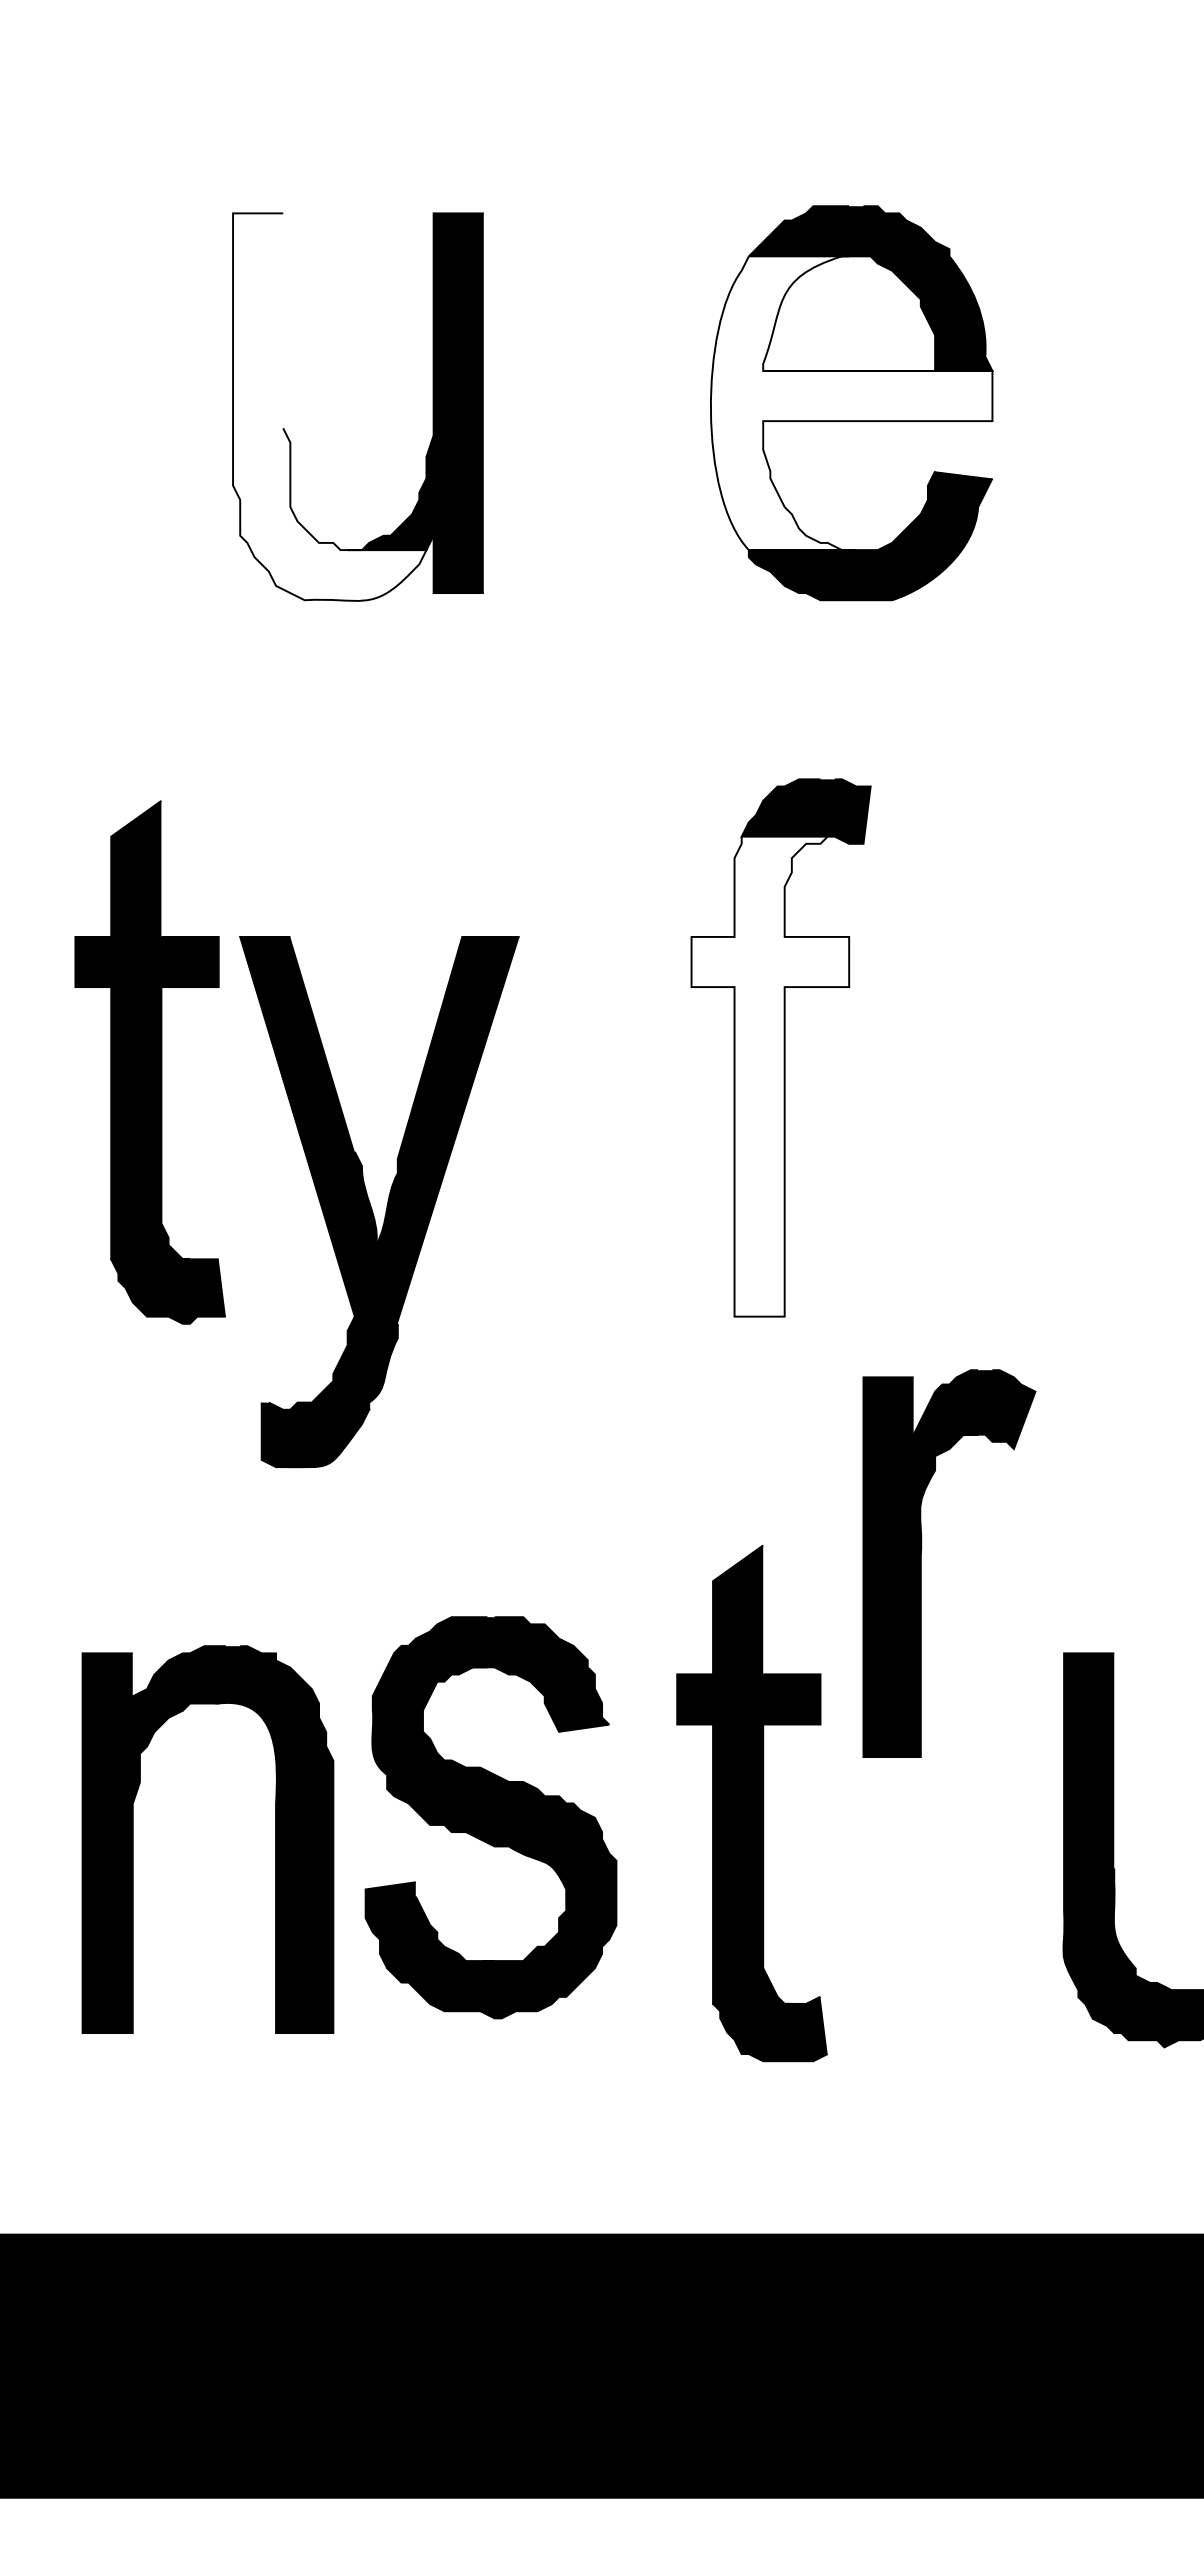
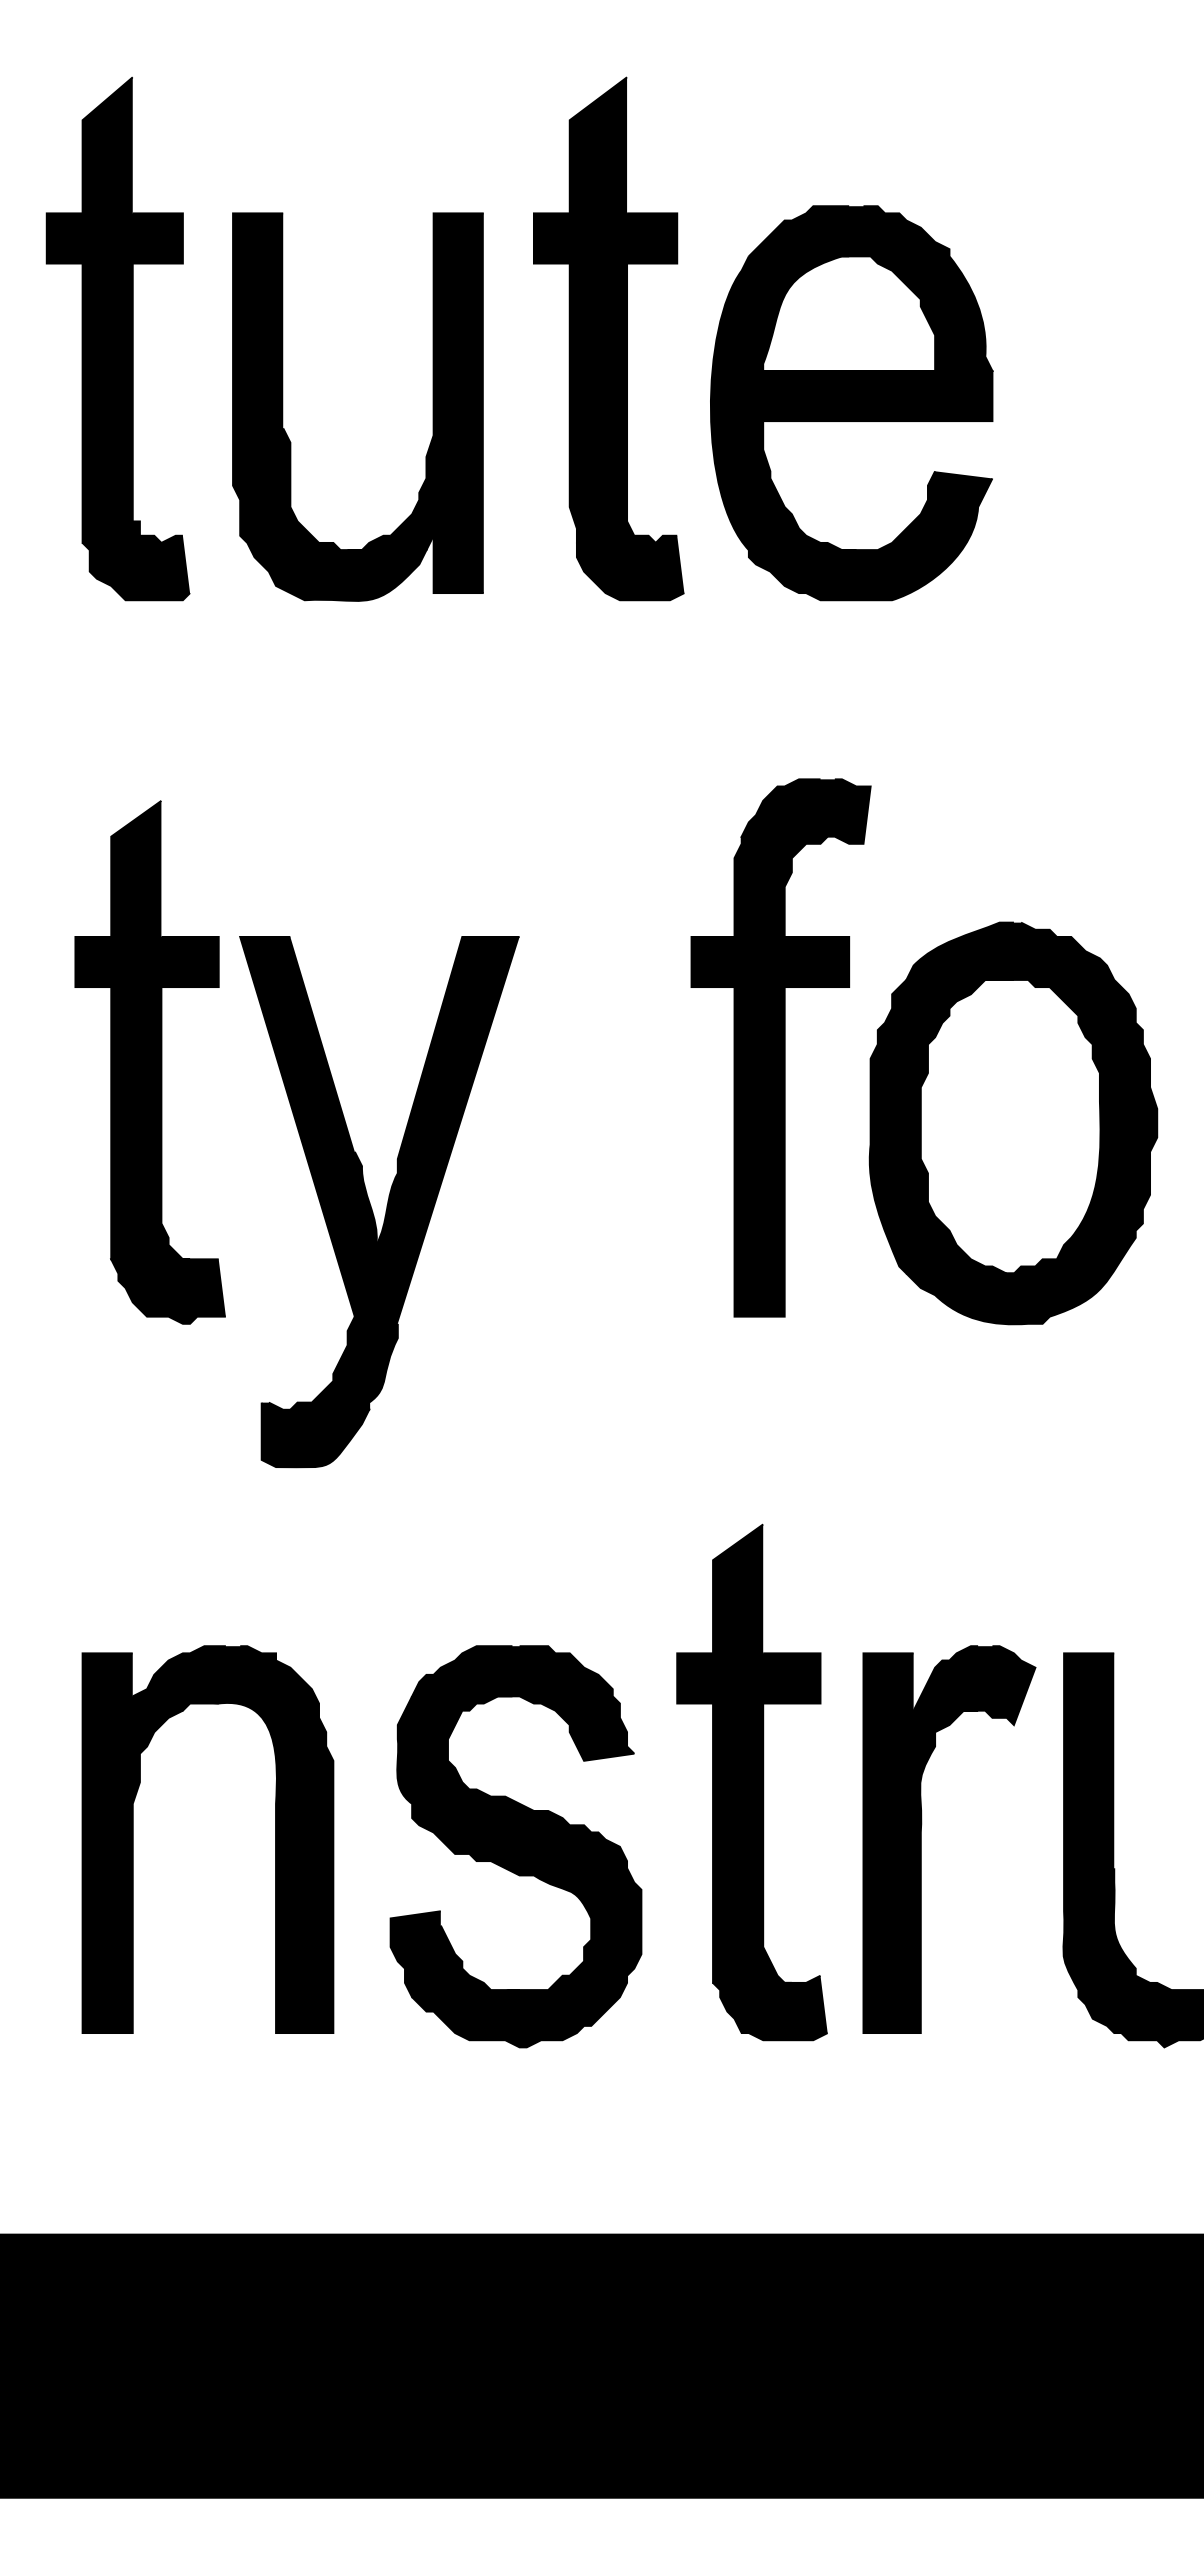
part at (117, 338): none -> present
part at (608, 338): none -> present
fill at (851, 403): none -> present
fill at (329, 406): none -> present
fill at (770, 1076): none -> present
part at (1013, 1123): none -> present
part at (921, 1563) position: (921, 1563) -> (921, 1839)
part at (751, 1803) position: (751, 1803) -> (751, 1782)
part at (490, 1817) position: (490, 1817) -> (515, 1846)
